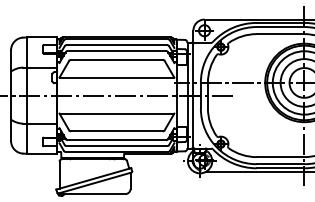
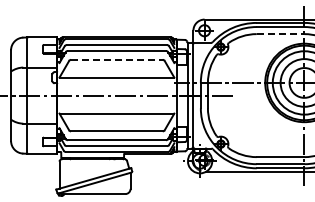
line at (280, 34): solid -> dashed
line at (116, 59): solid -> dashed
